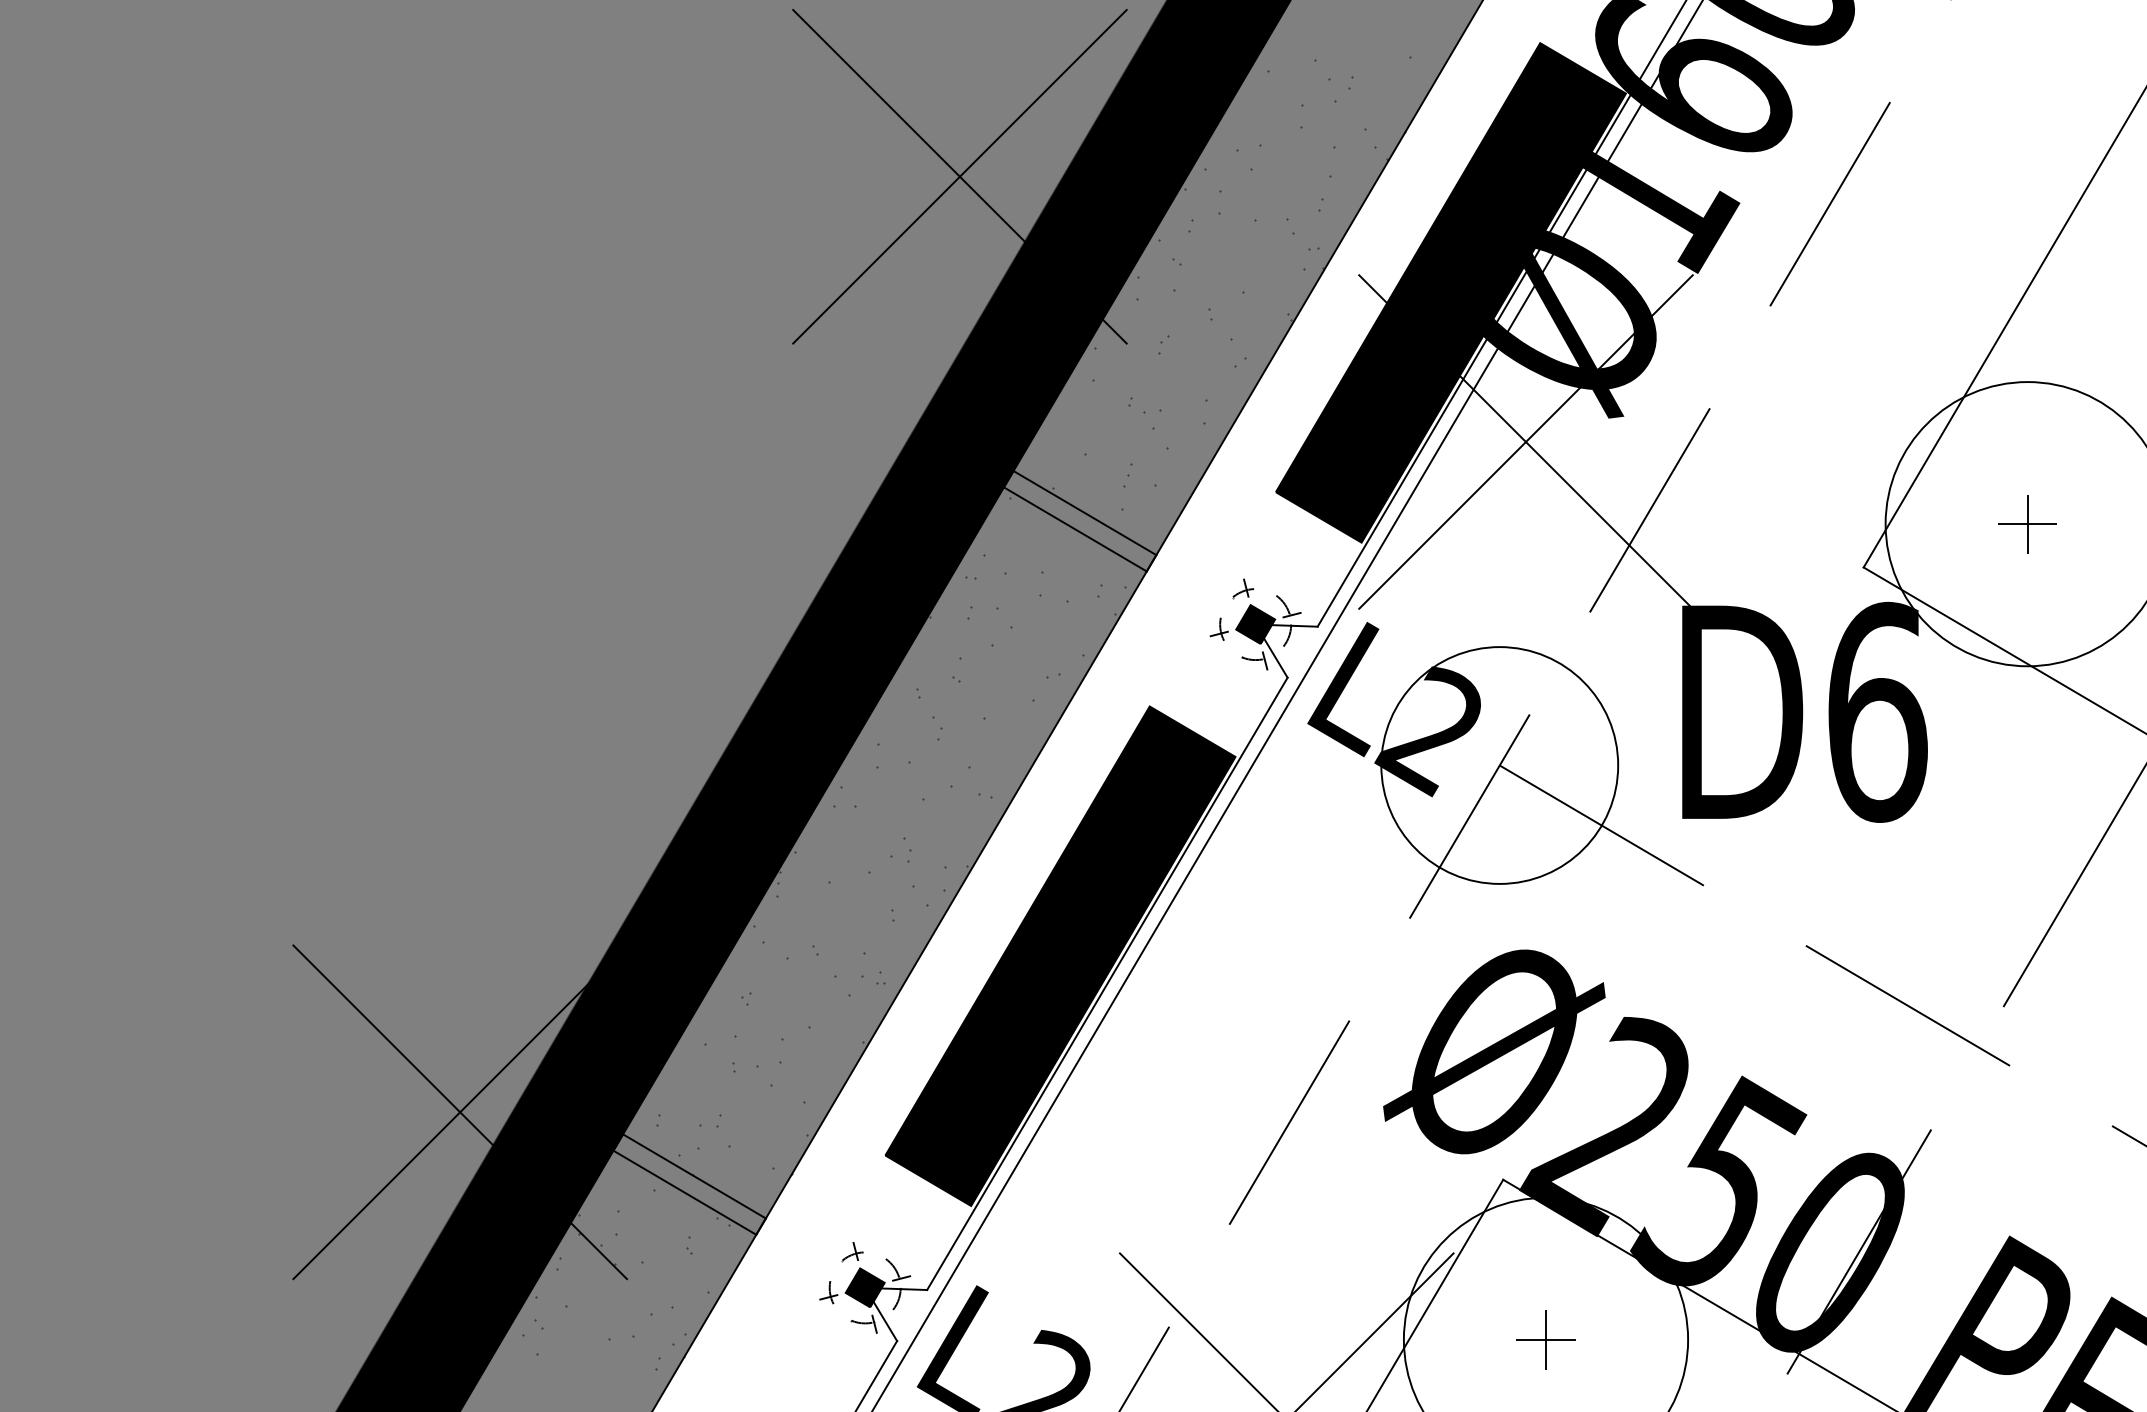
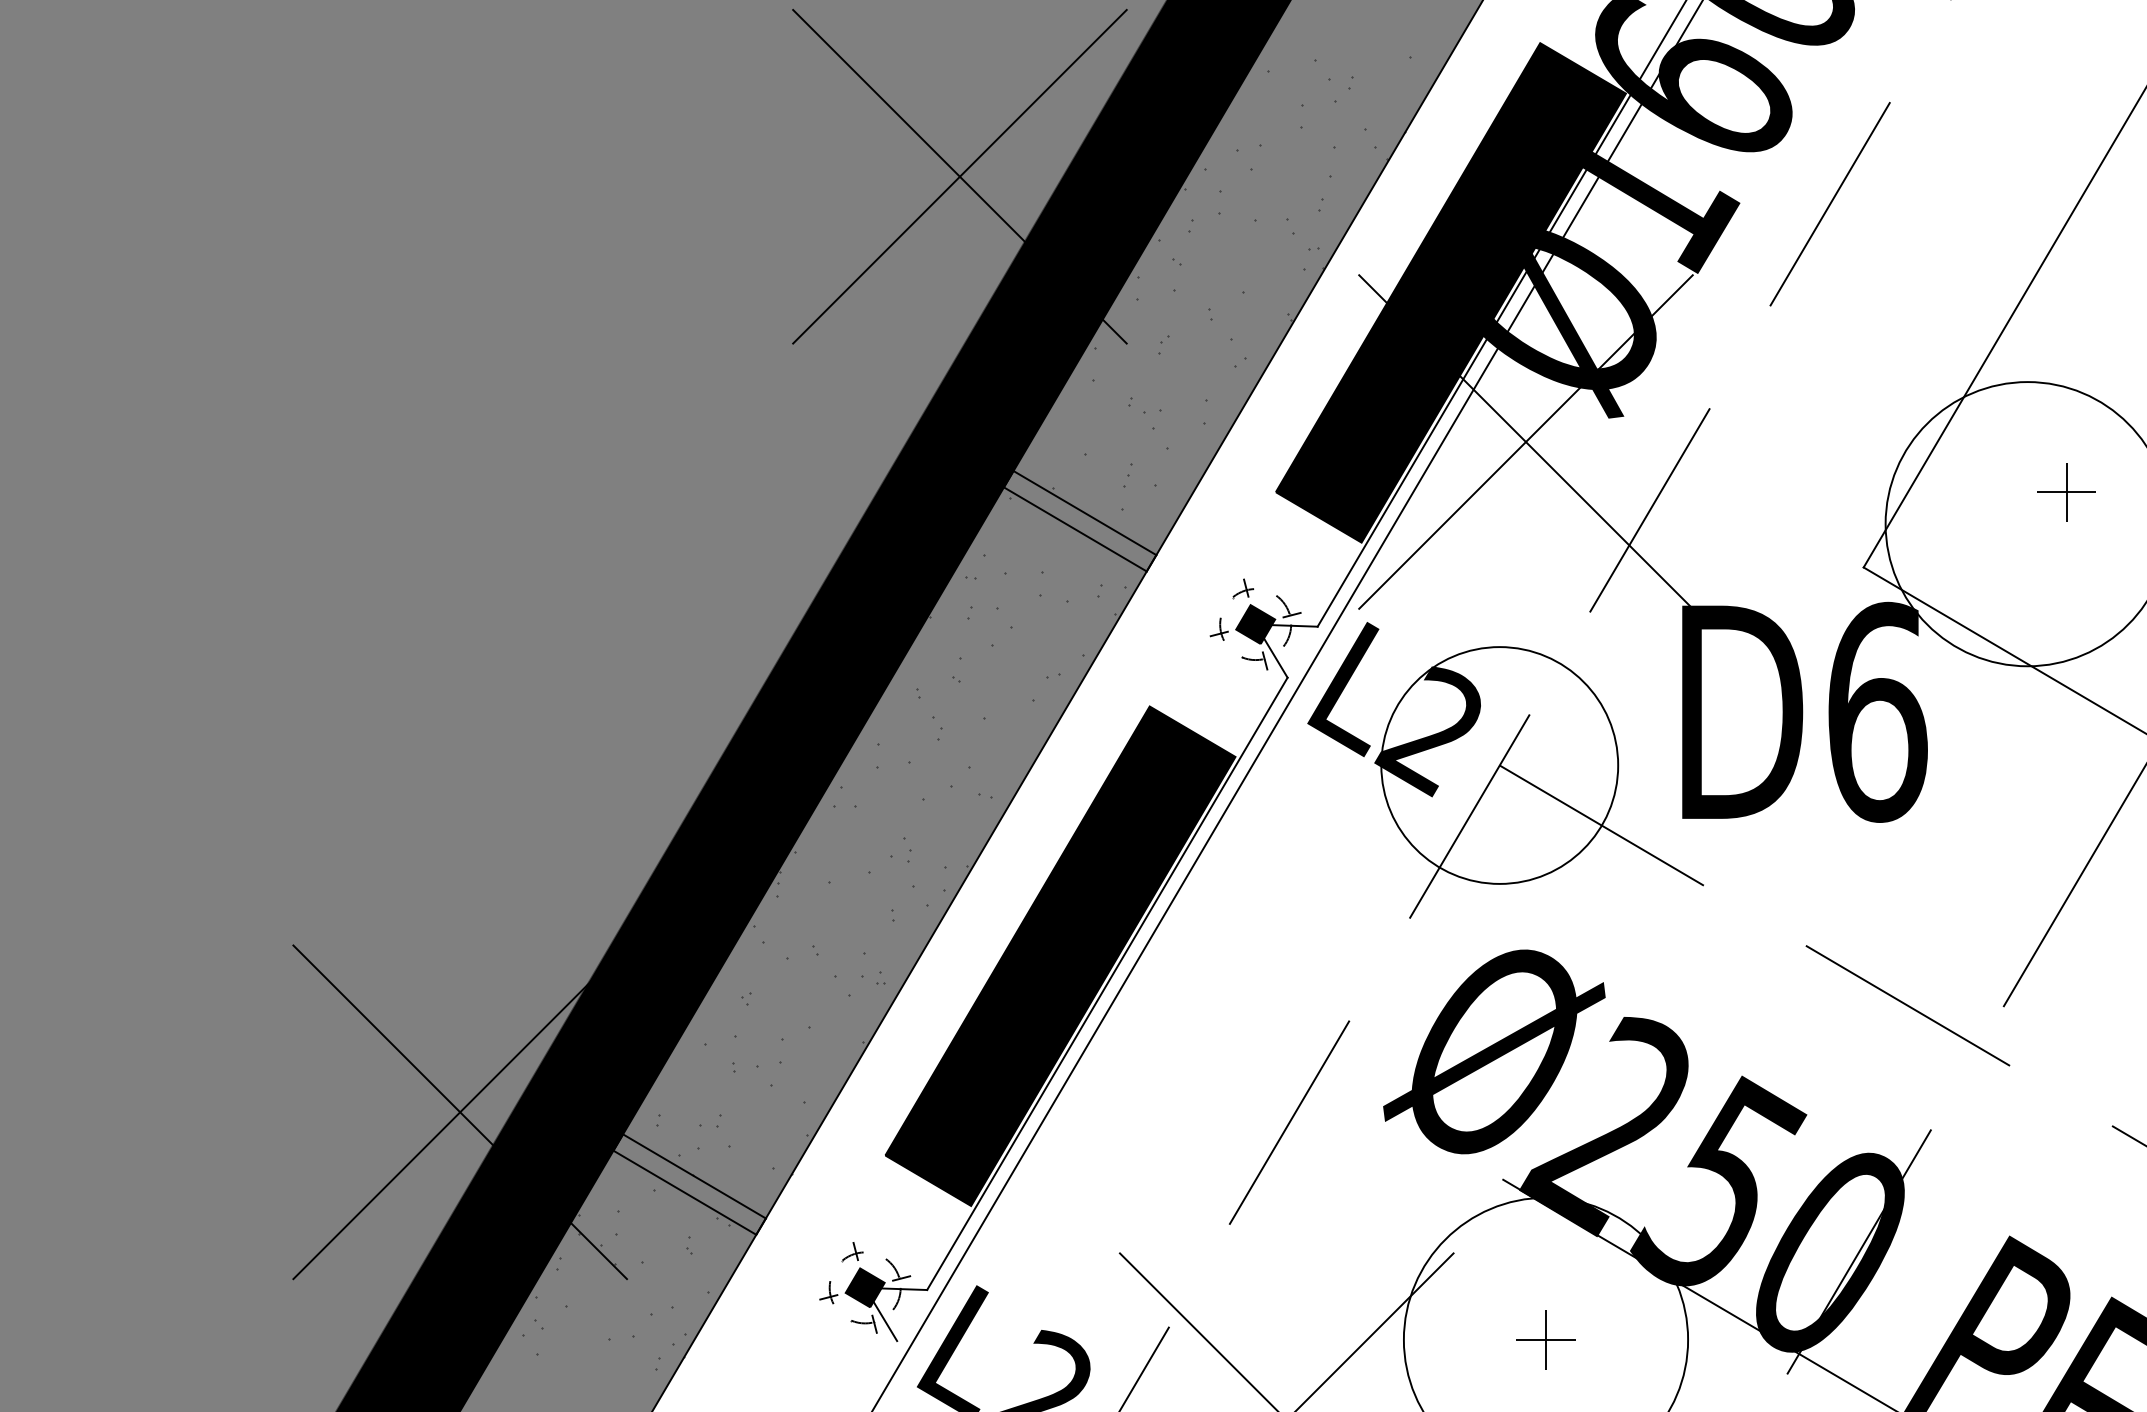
part at (2027, 524) position: (2027, 524) -> (2066, 492)
line at (1435, 1293): present -> none
line at (877, 1374): present -> none
